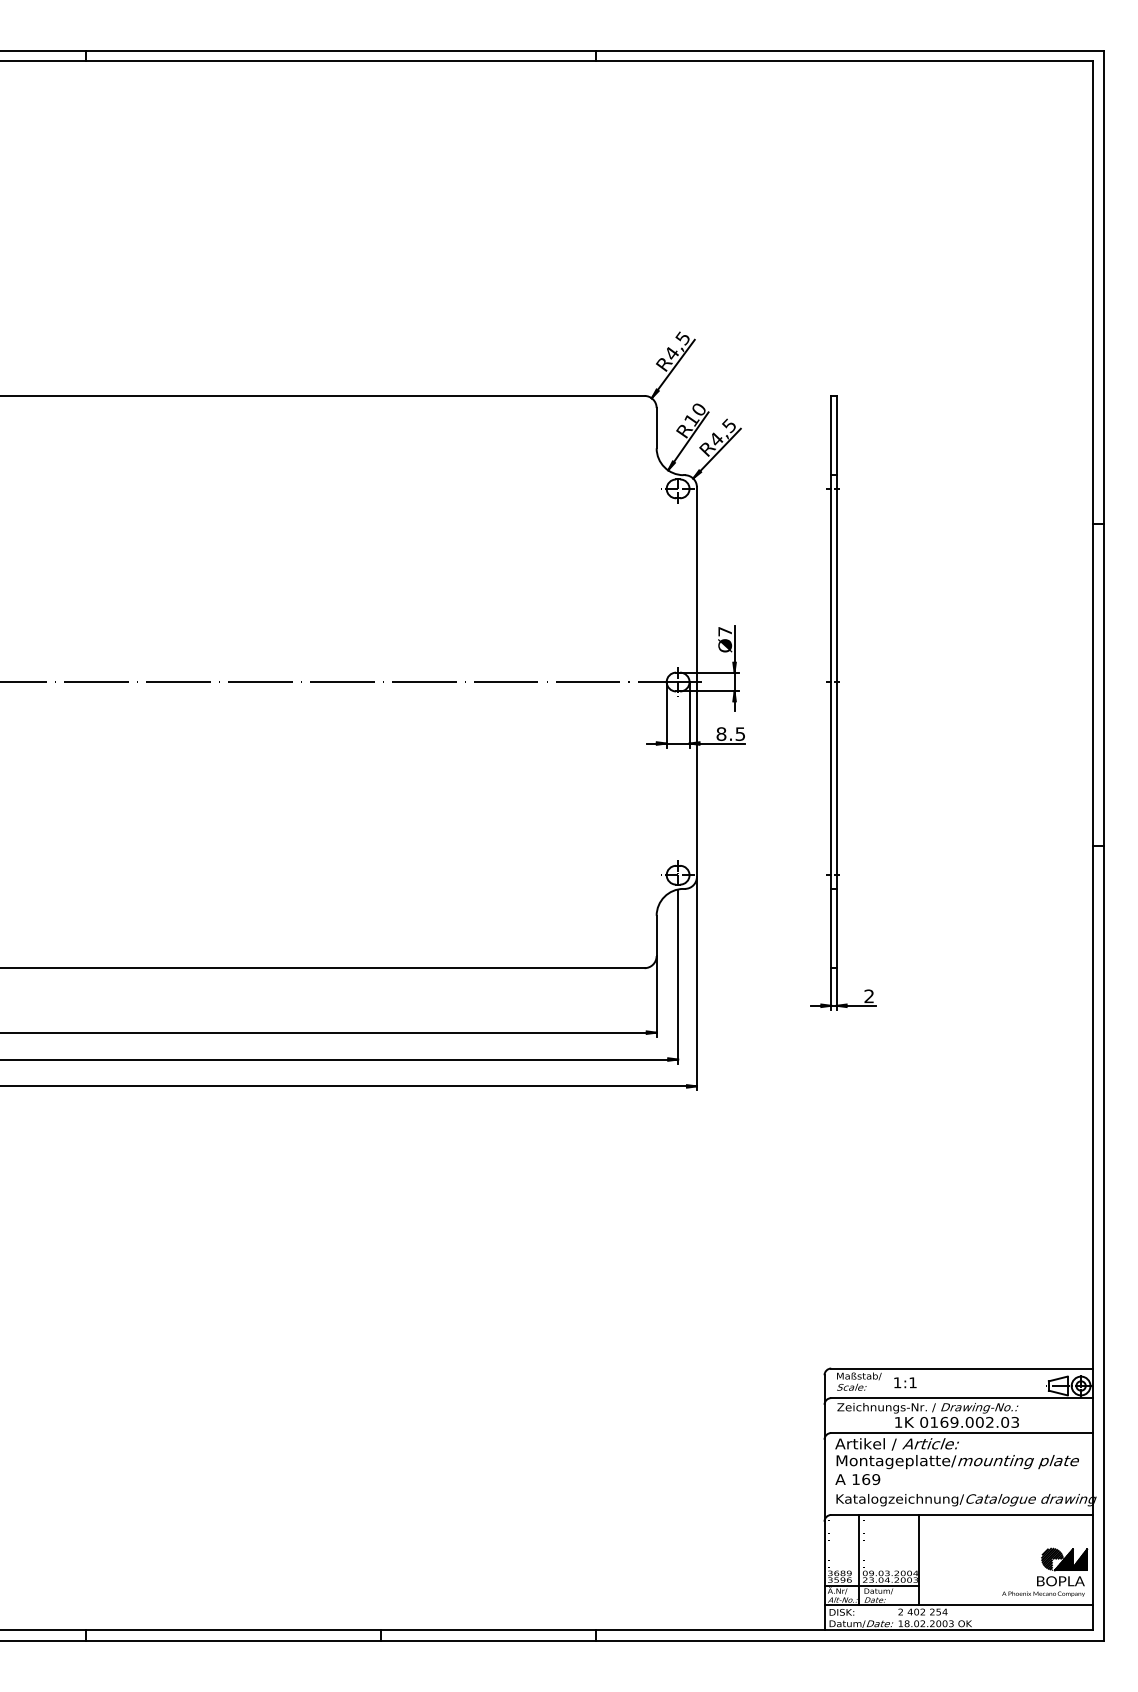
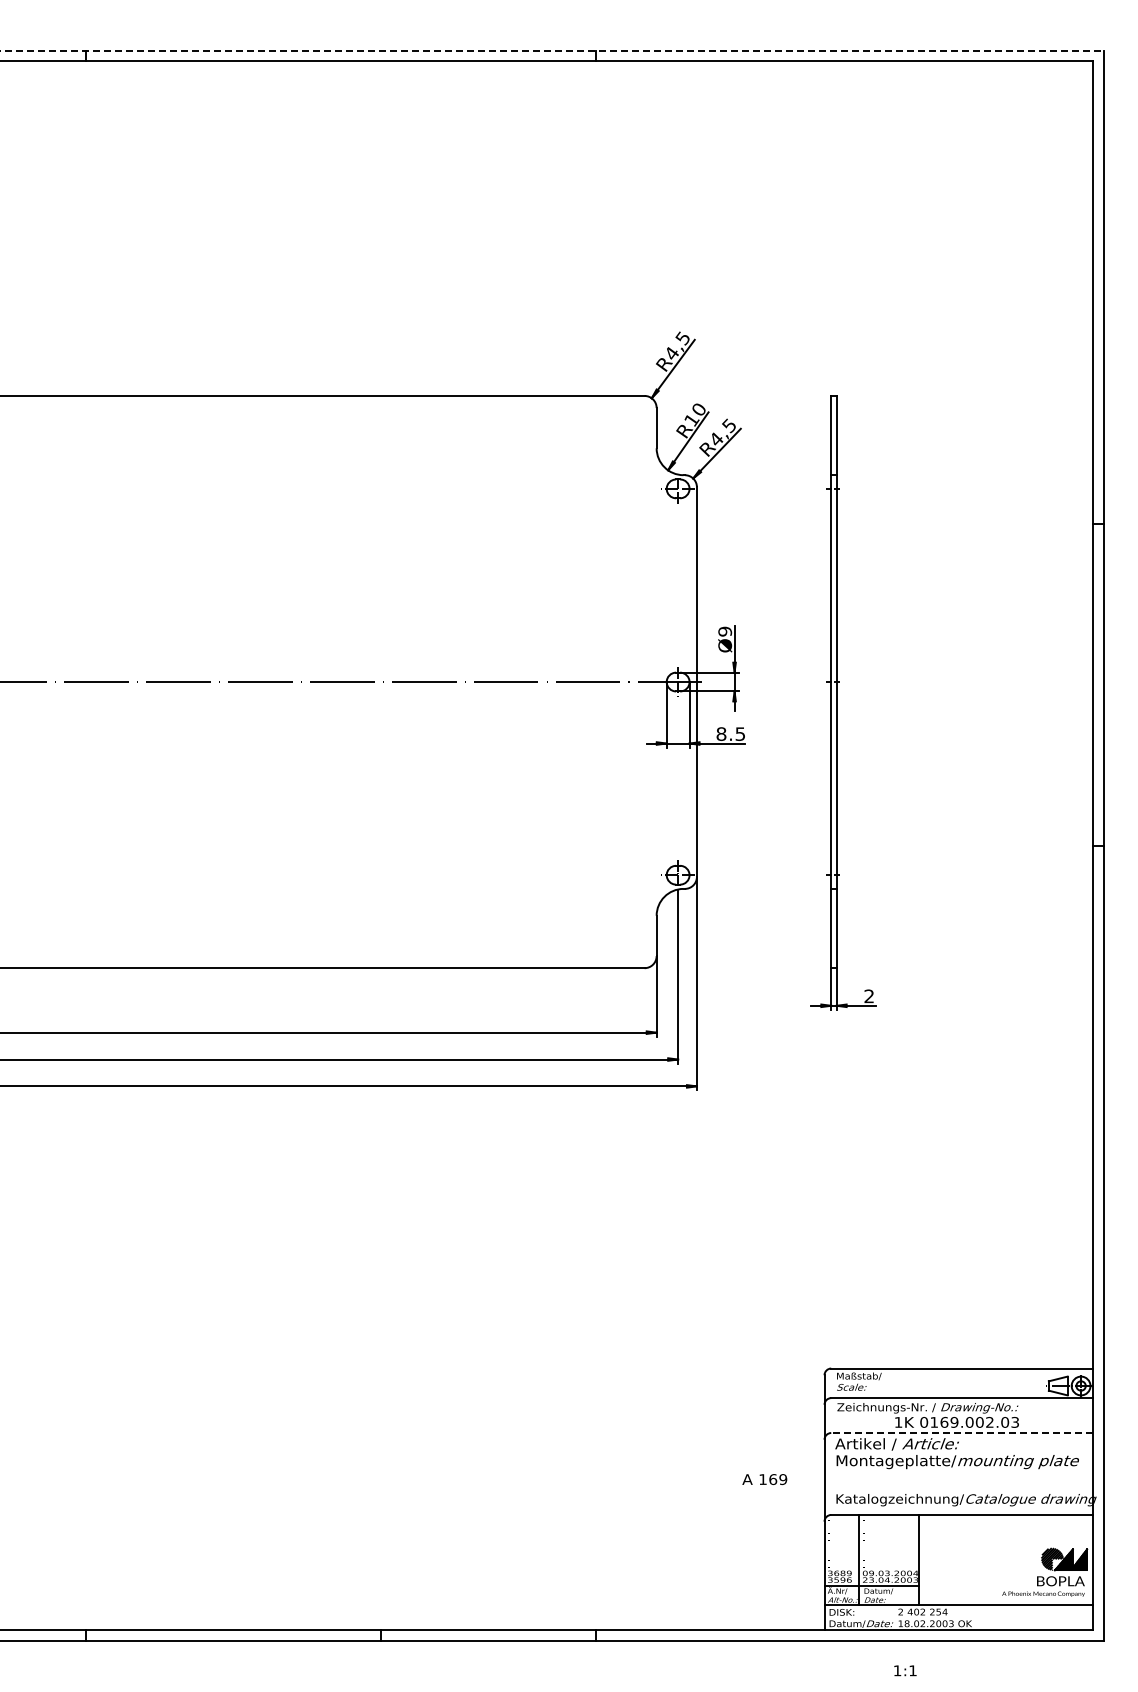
line at (552, 50): solid -> dashed
text at (725, 631): Ø7 -> Ø9
text at (905, 1382) position: (905, 1382) -> (905, 1670)
line at (962, 1433): solid -> dashed
text at (857, 1479) position: (857, 1479) -> (764, 1479)
